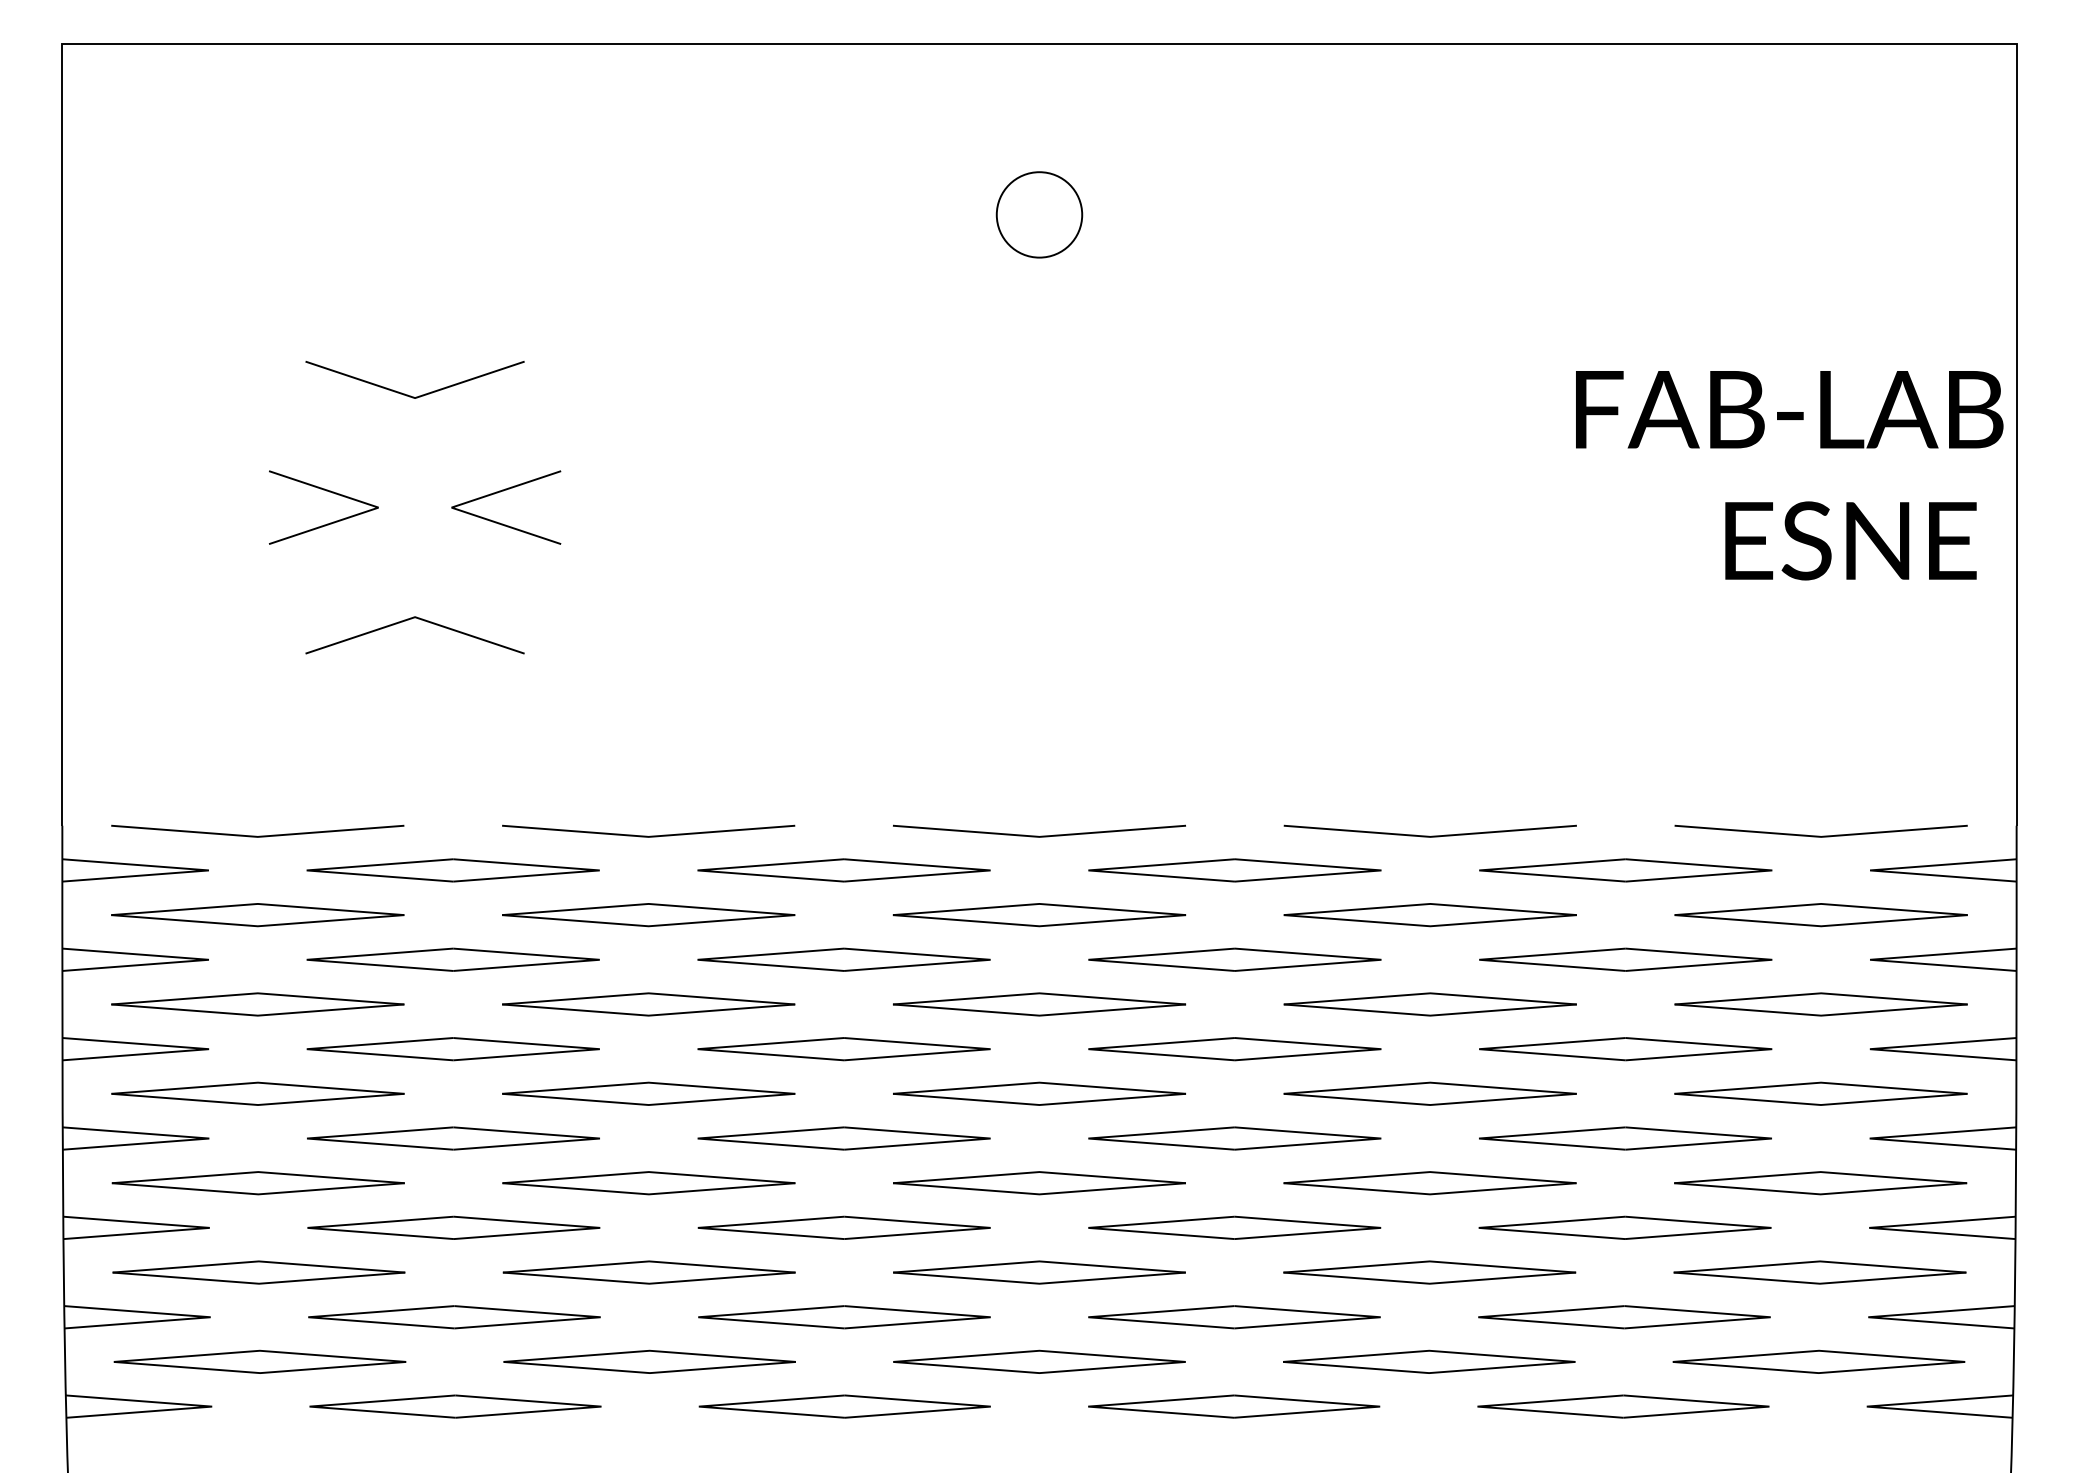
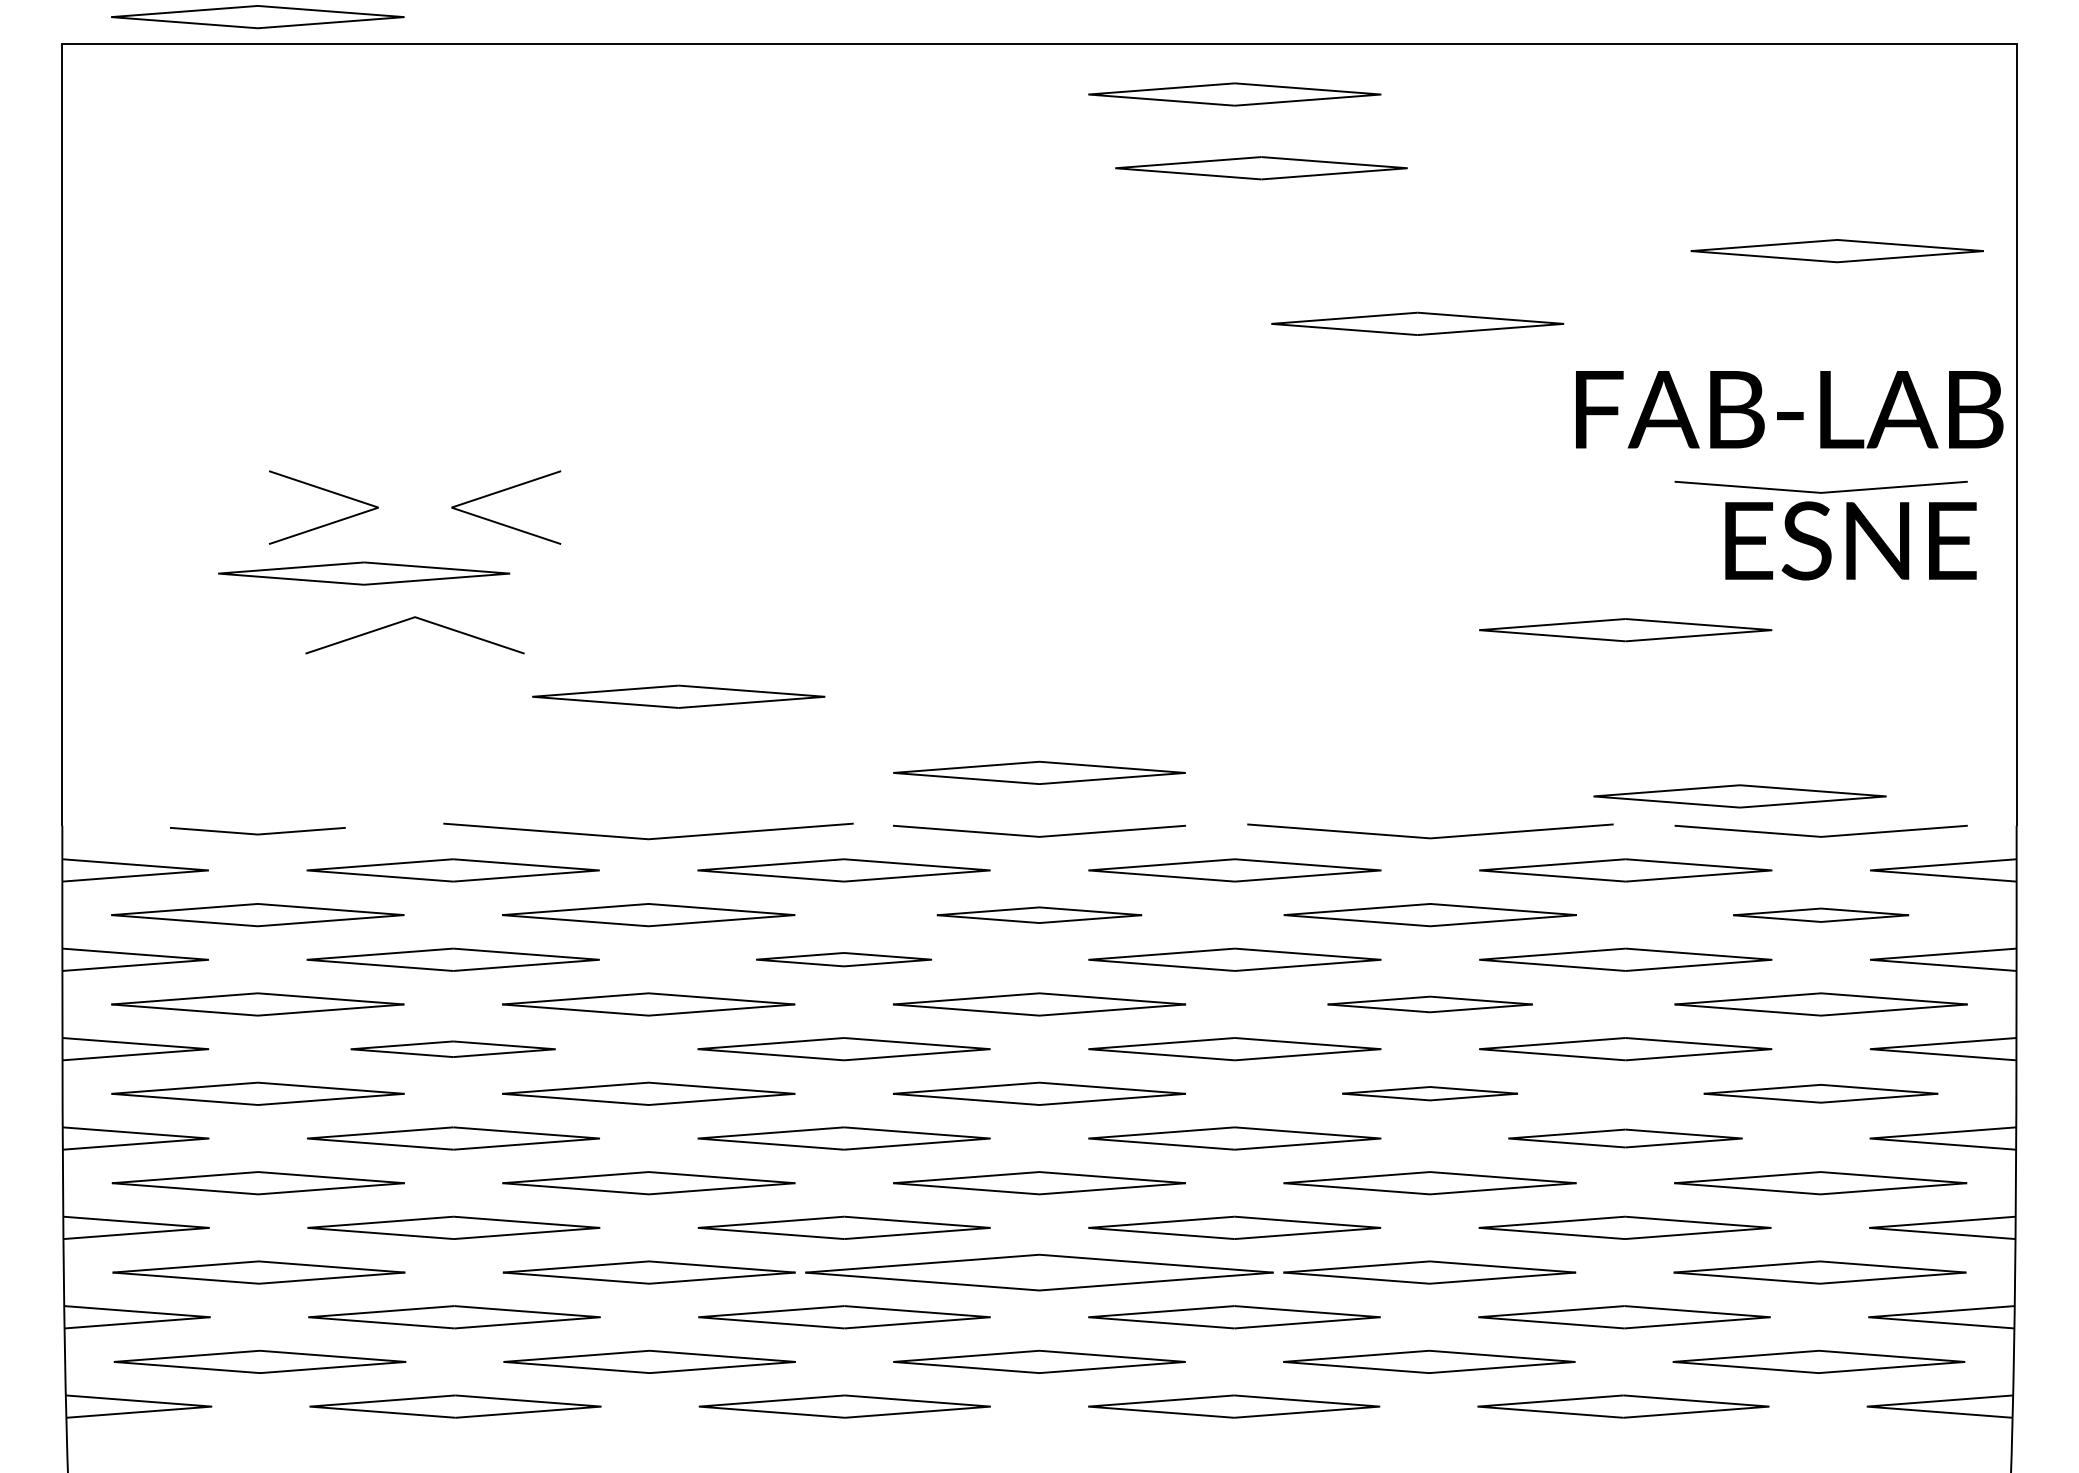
part at (257, 17): none -> present
part at (1234, 94): none -> present
part at (1261, 168): none -> present
part at (1039, 214): present -> none
part at (1836, 251): none -> present
part at (1417, 323): none -> present
part at (410, 395): present -> none
part at (1820, 486): none -> present
part at (364, 573): none -> present
part at (1625, 630): none -> present
part at (678, 696): none -> present
part at (1039, 772): none -> present
part at (1739, 796): none -> present
part at (257, 830) size: 294x14 px -> 176x9 px
part at (648, 830) size: 294x14 px -> 411x19 px
part at (1429, 830) size: 294x14 px -> 367x17 px
part at (1039, 915) size: 295x25 px -> 207x18 px
part at (1820, 915) size: 294x25 px -> 177x16 px
part at (843, 959) size: 294x25 px -> 176x16 px
part at (1429, 1004) size: 294x25 px -> 206x19 px
part at (452, 1049) size: 294x25 px -> 206x18 px
part at (1429, 1093) size: 294x25 px -> 177x16 px
part at (1820, 1093) size: 294x25 px -> 236x20 px
part at (1625, 1138) size: 293x25 px -> 235x21 px
part at (1039, 1272) size: 293x25 px -> 469x39 px
